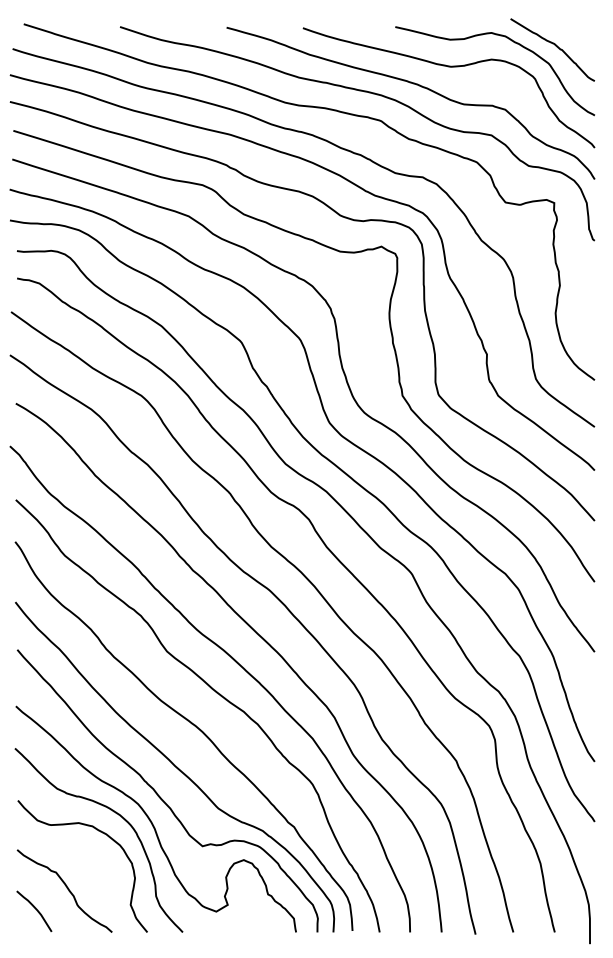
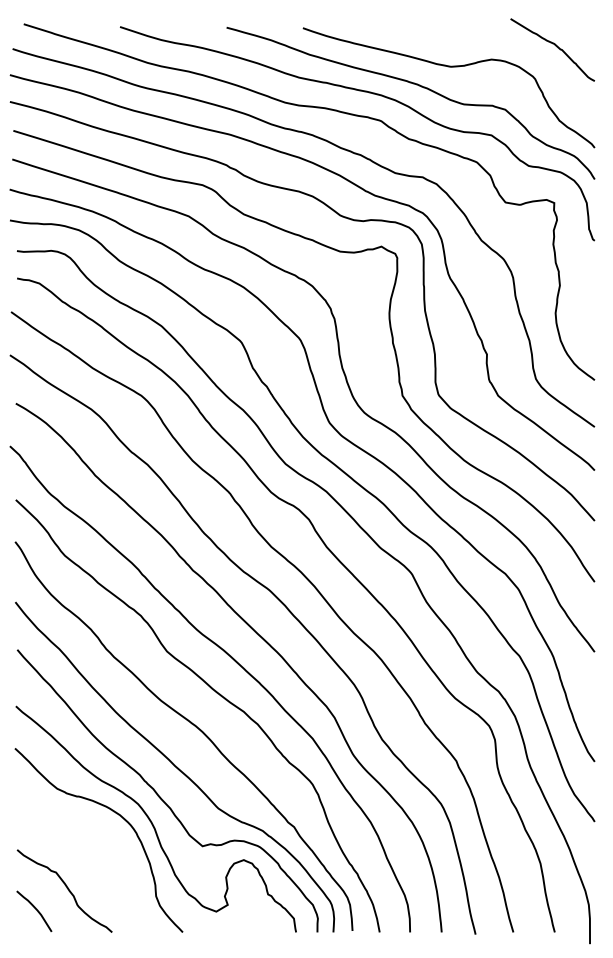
curve at (514, 43): present -> none
curve at (100, 832): present -> none
